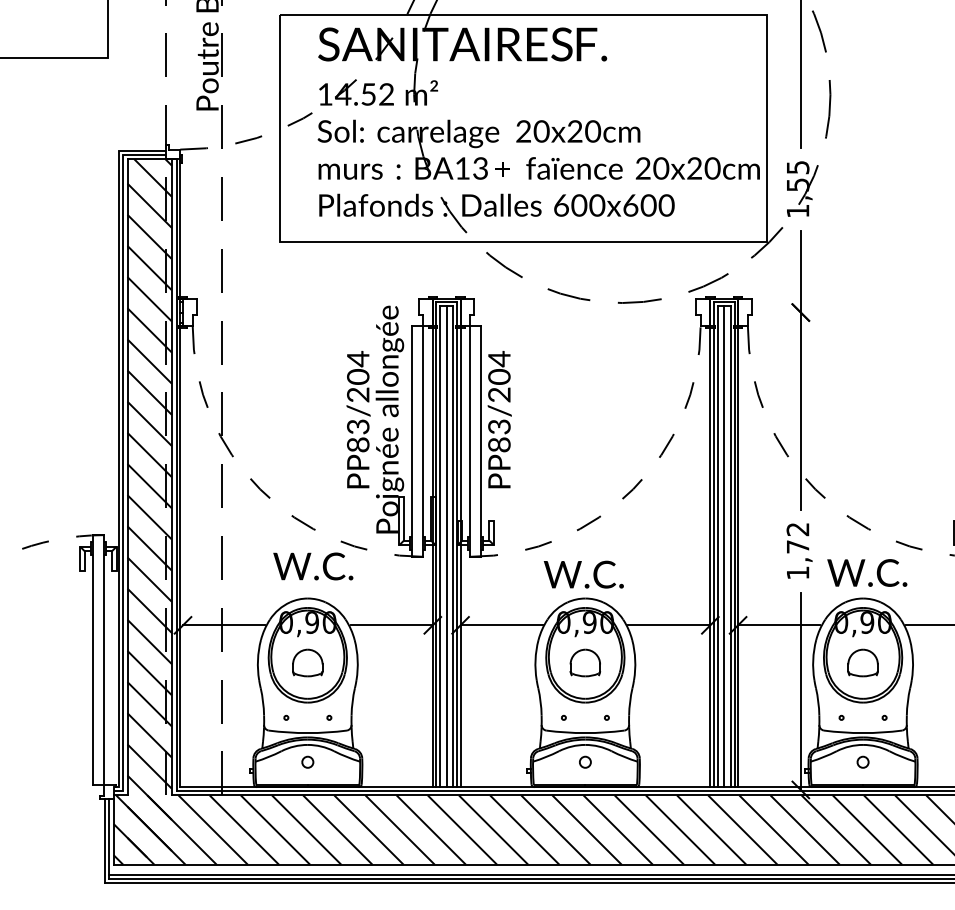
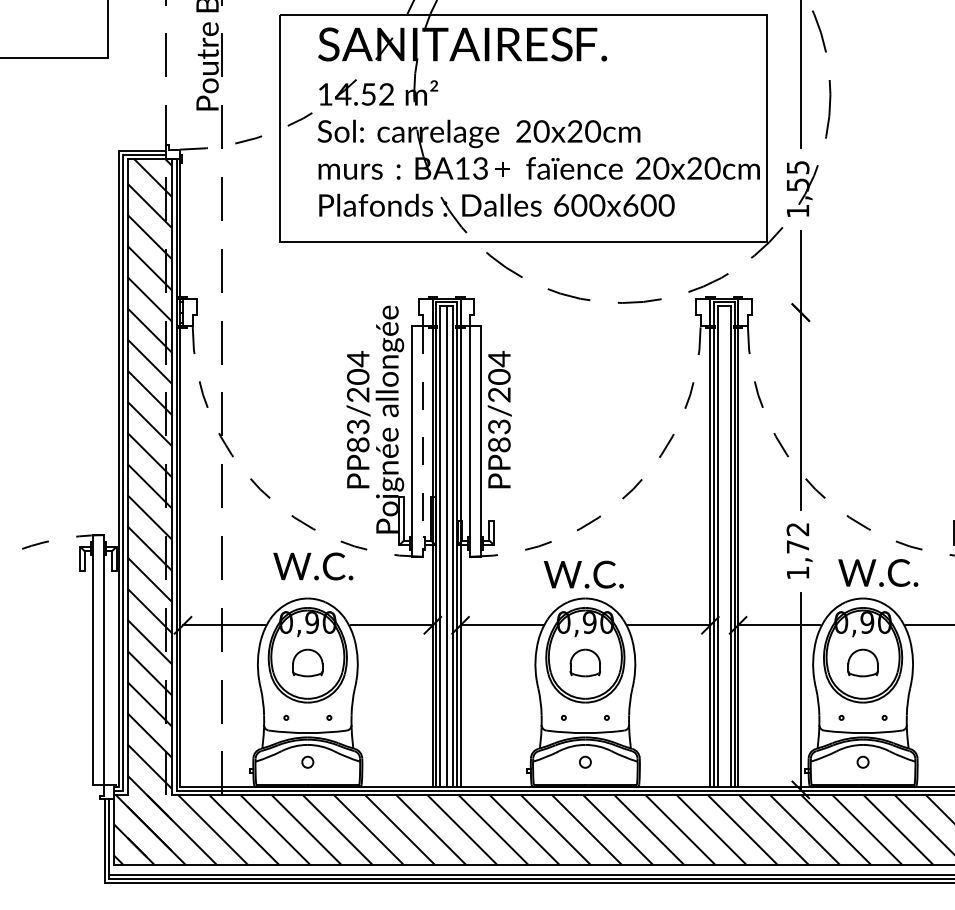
line at (423, 442): solid -> dashed
line at (724, 546): present -> none
text at (867, 572) position: (867, 572) -> (878, 572)
